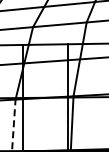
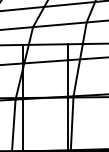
line at (13, 125): dashed -> solid
